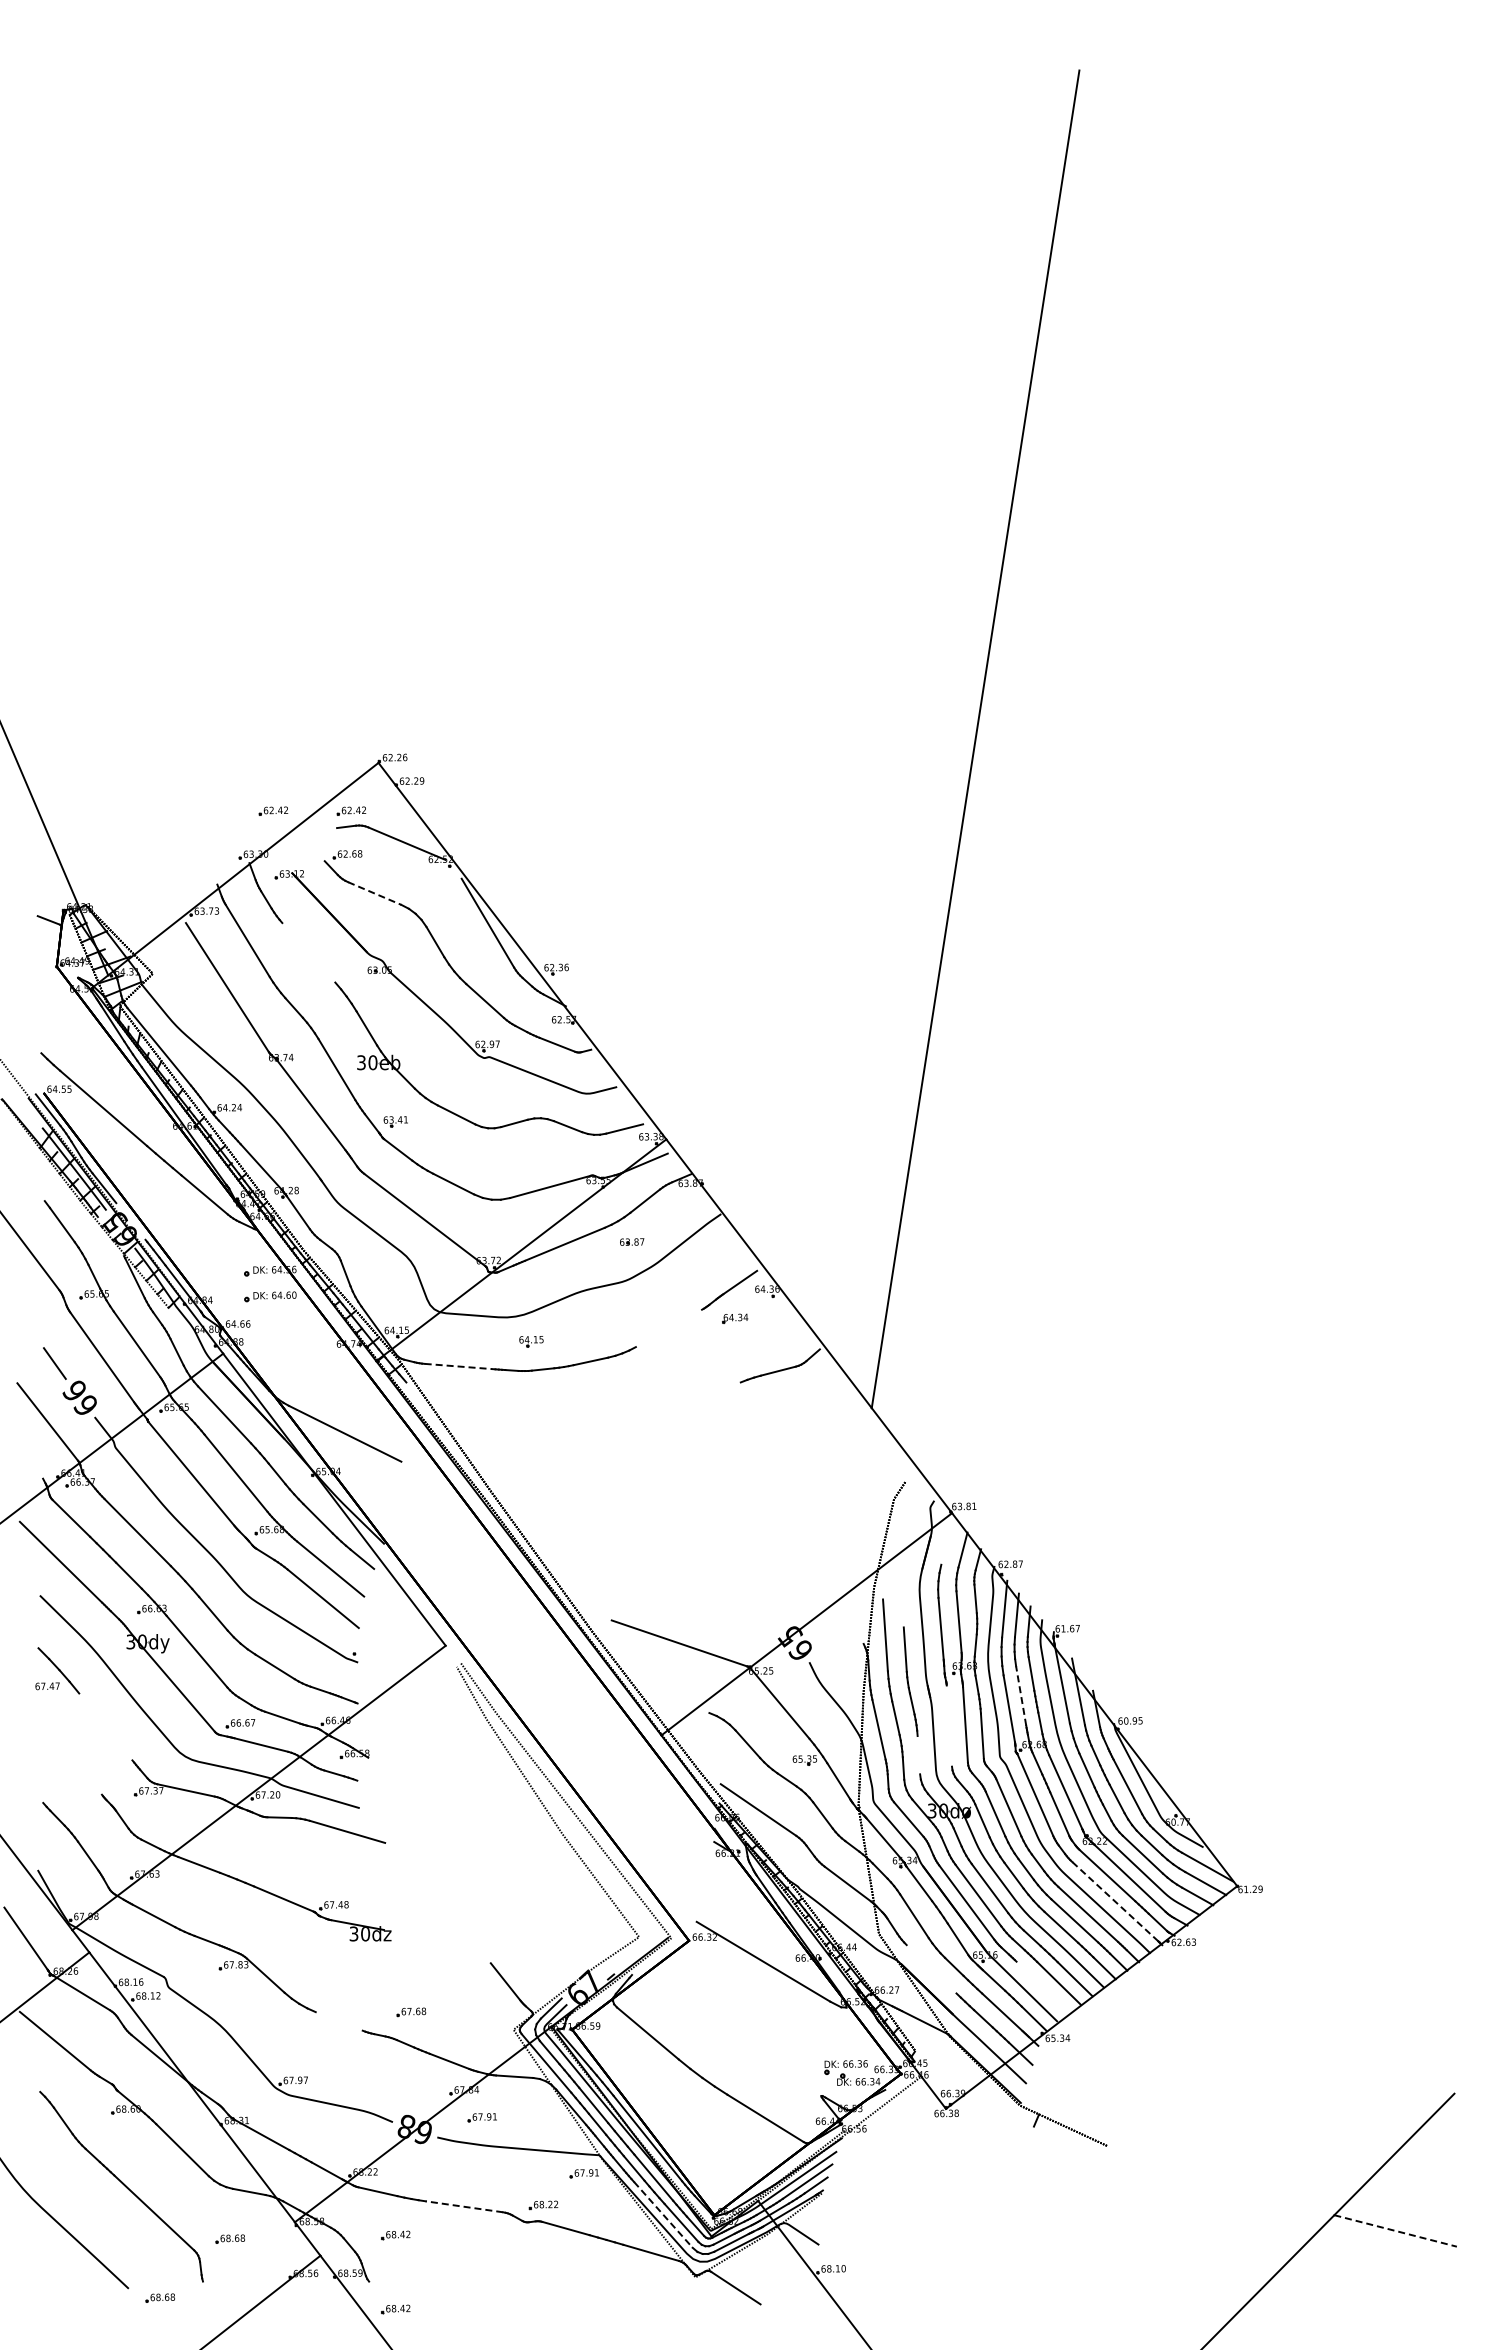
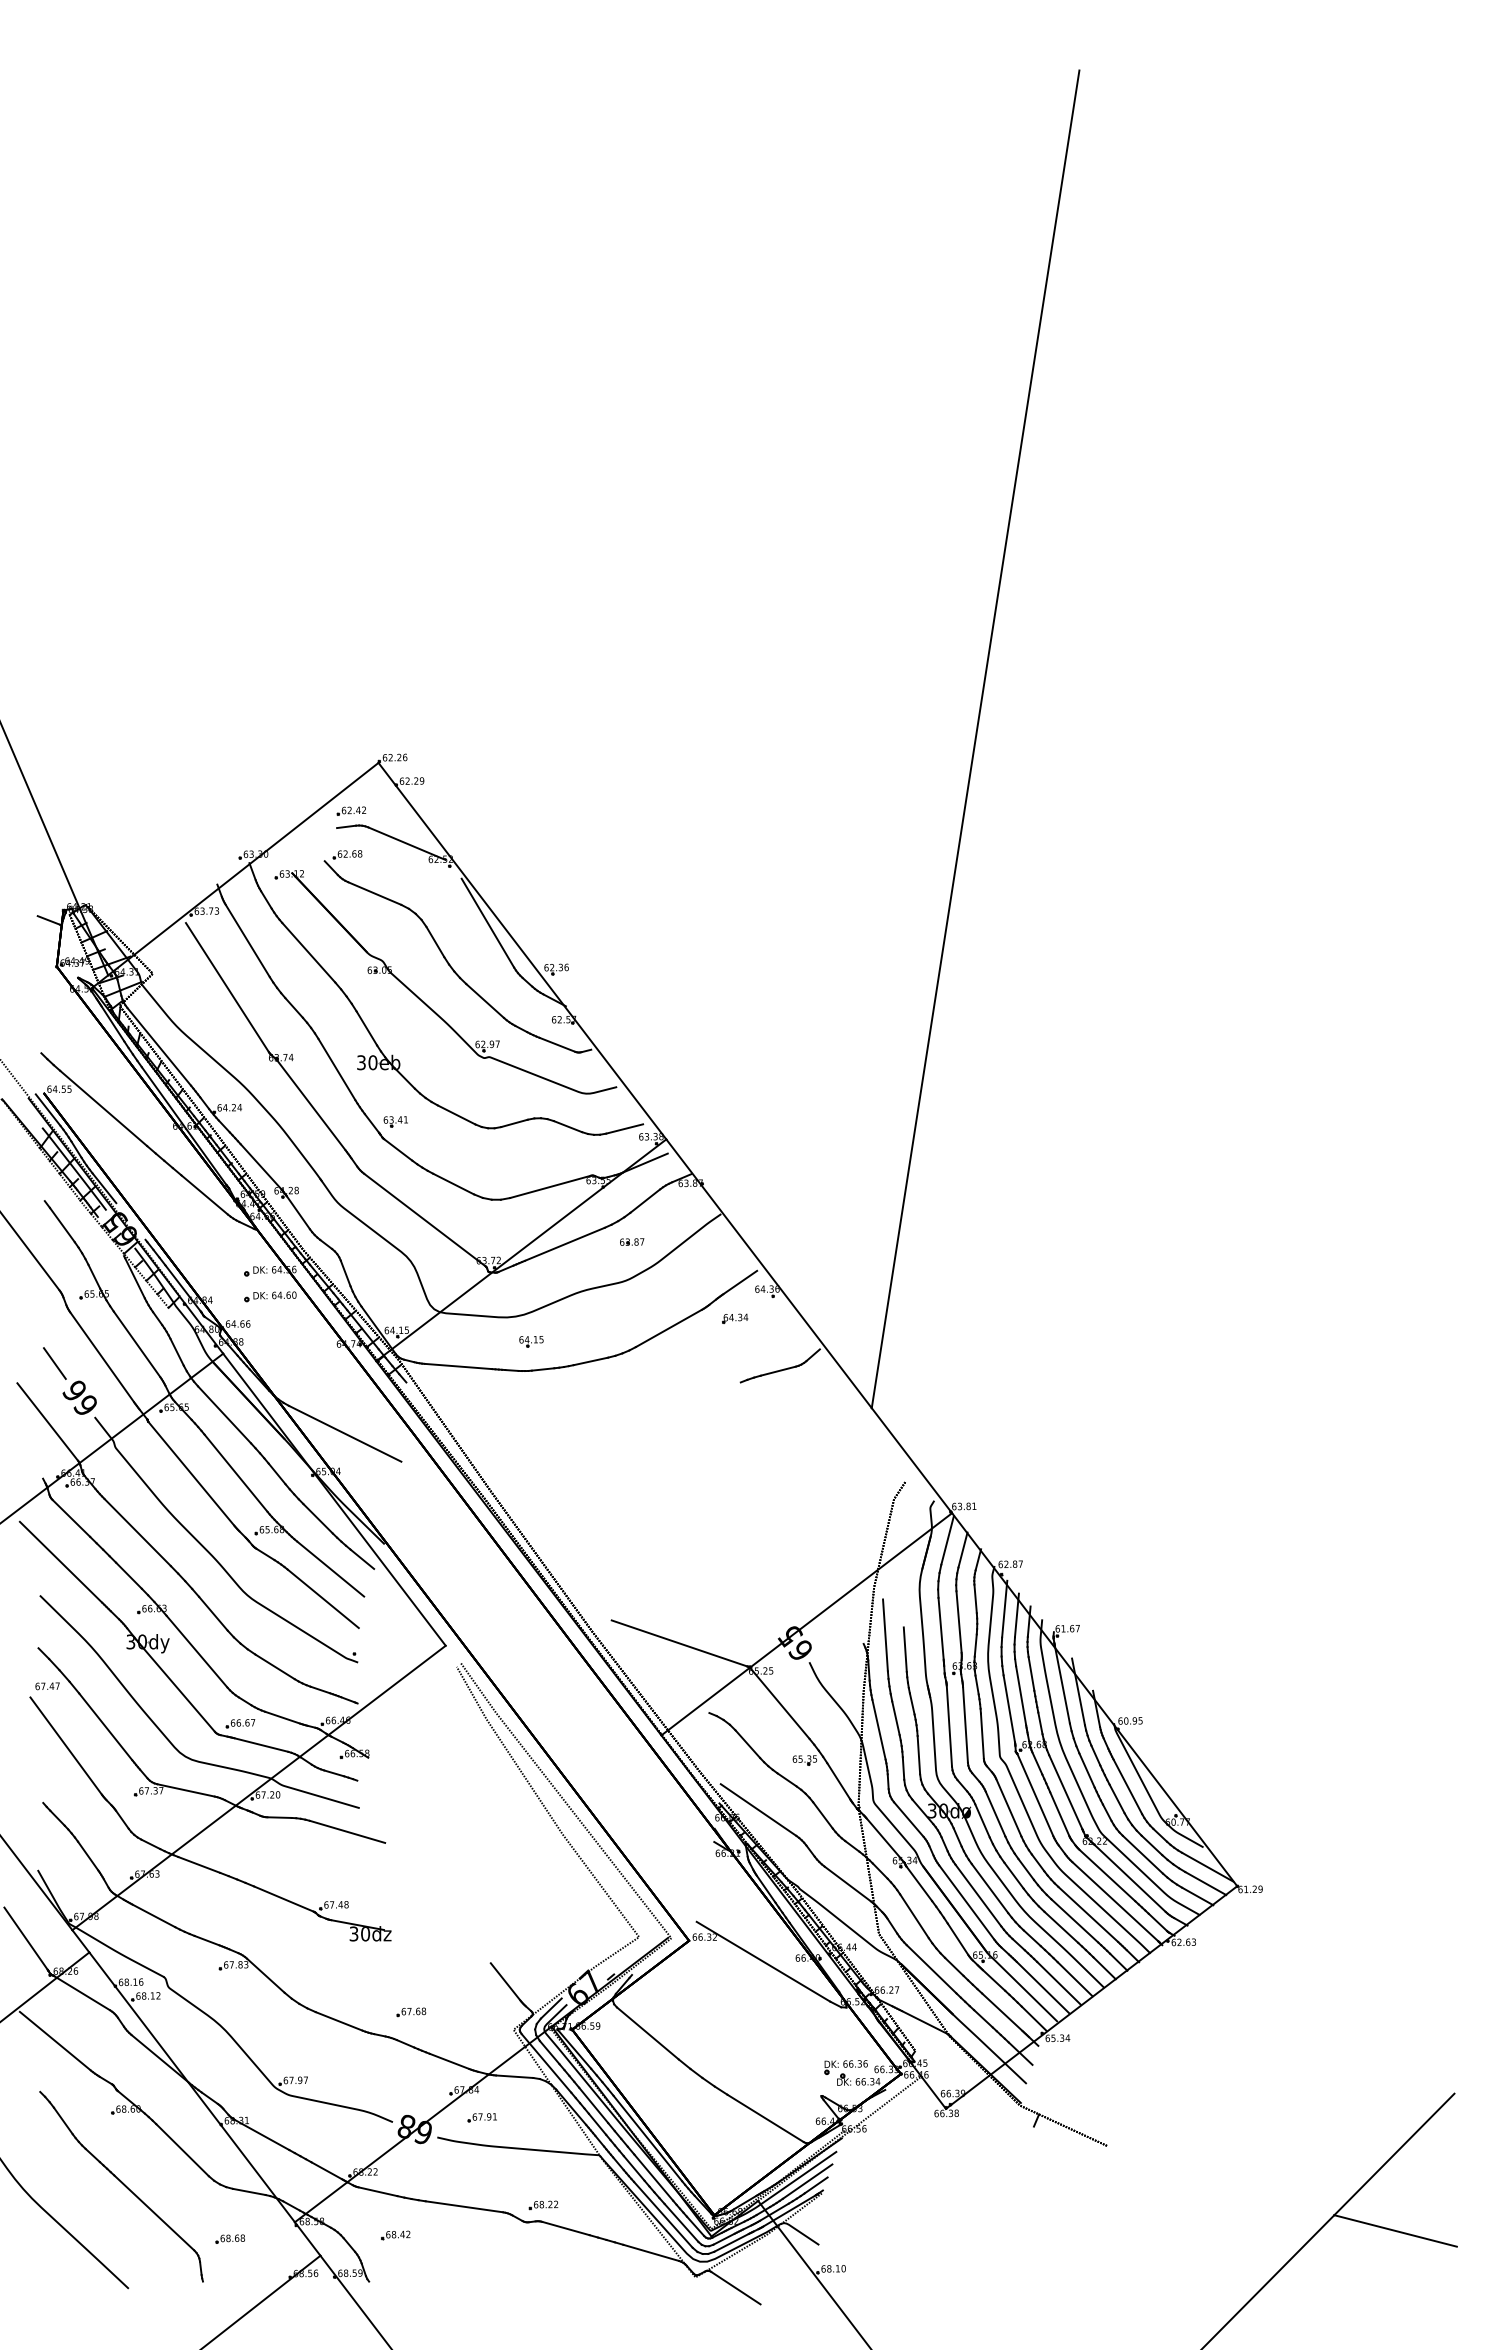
part at (273, 810): present -> none
line at (374, 893): dashed -> solid
line at (308, 952): none -> present
line at (668, 1328): none -> present
line at (458, 1366): dashed -> solid
line at (947, 1539): none -> present
line at (1021, 1695): dashed -> solid
line at (949, 1725): none -> present
line at (105, 1726): none -> present
line at (65, 1745): none -> present
line at (918, 1755): none -> present
line at (1115, 1902): dashed -> solid
line at (931, 1969): none -> present
line at (1042, 1987): none -> present
line at (338, 2021): none -> present
part at (583, 2173): present -> none
line at (463, 2206): dashed -> solid
line at (663, 2215): dashed -> solid
line at (1396, 2231): dashed -> solid
part at (159, 2297): present -> none
part at (395, 2309): present -> none
